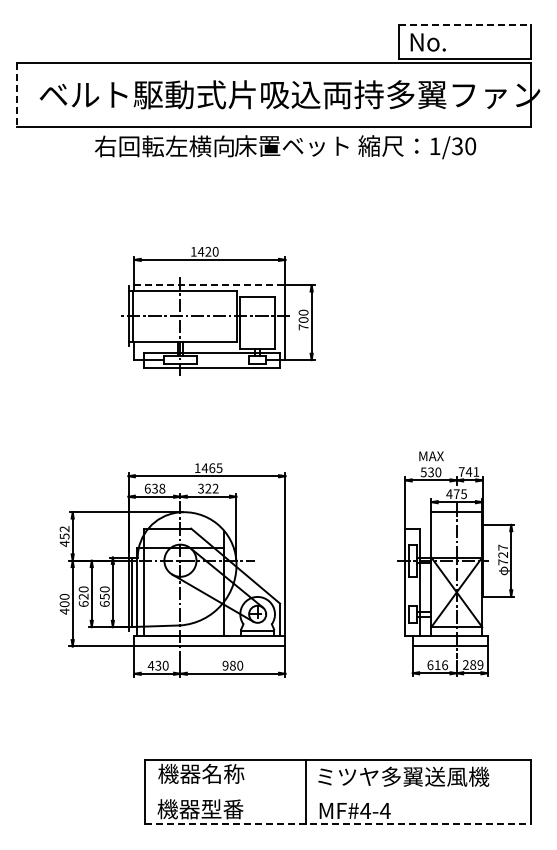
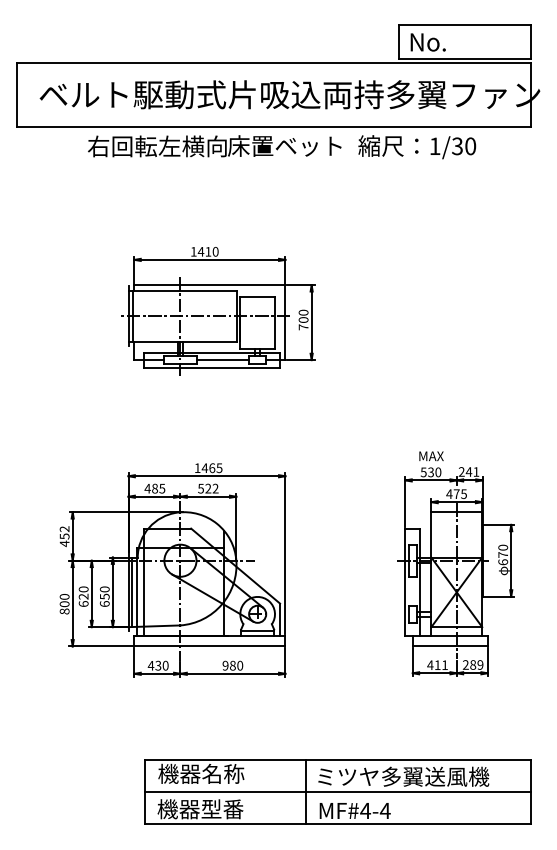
line at (464, 25): dashed -> solid
line at (16, 95): dashed -> solid
text at (221, 146) position: (221, 146) -> (214, 146)
text at (208, 251): 1420 -> 1410
line at (209, 285): dashed -> solid
line at (222, 360): none -> present
text at (461, 471): 741 -> 241
text at (200, 487): 322 -> 522
text at (154, 488): 638 -> 485
text at (503, 554): 727 -> 670
text at (64, 611): 400 -> 800
text at (437, 665): 616 -> 411
line at (337, 792): none -> present
line at (337, 824): dashed -> solid
